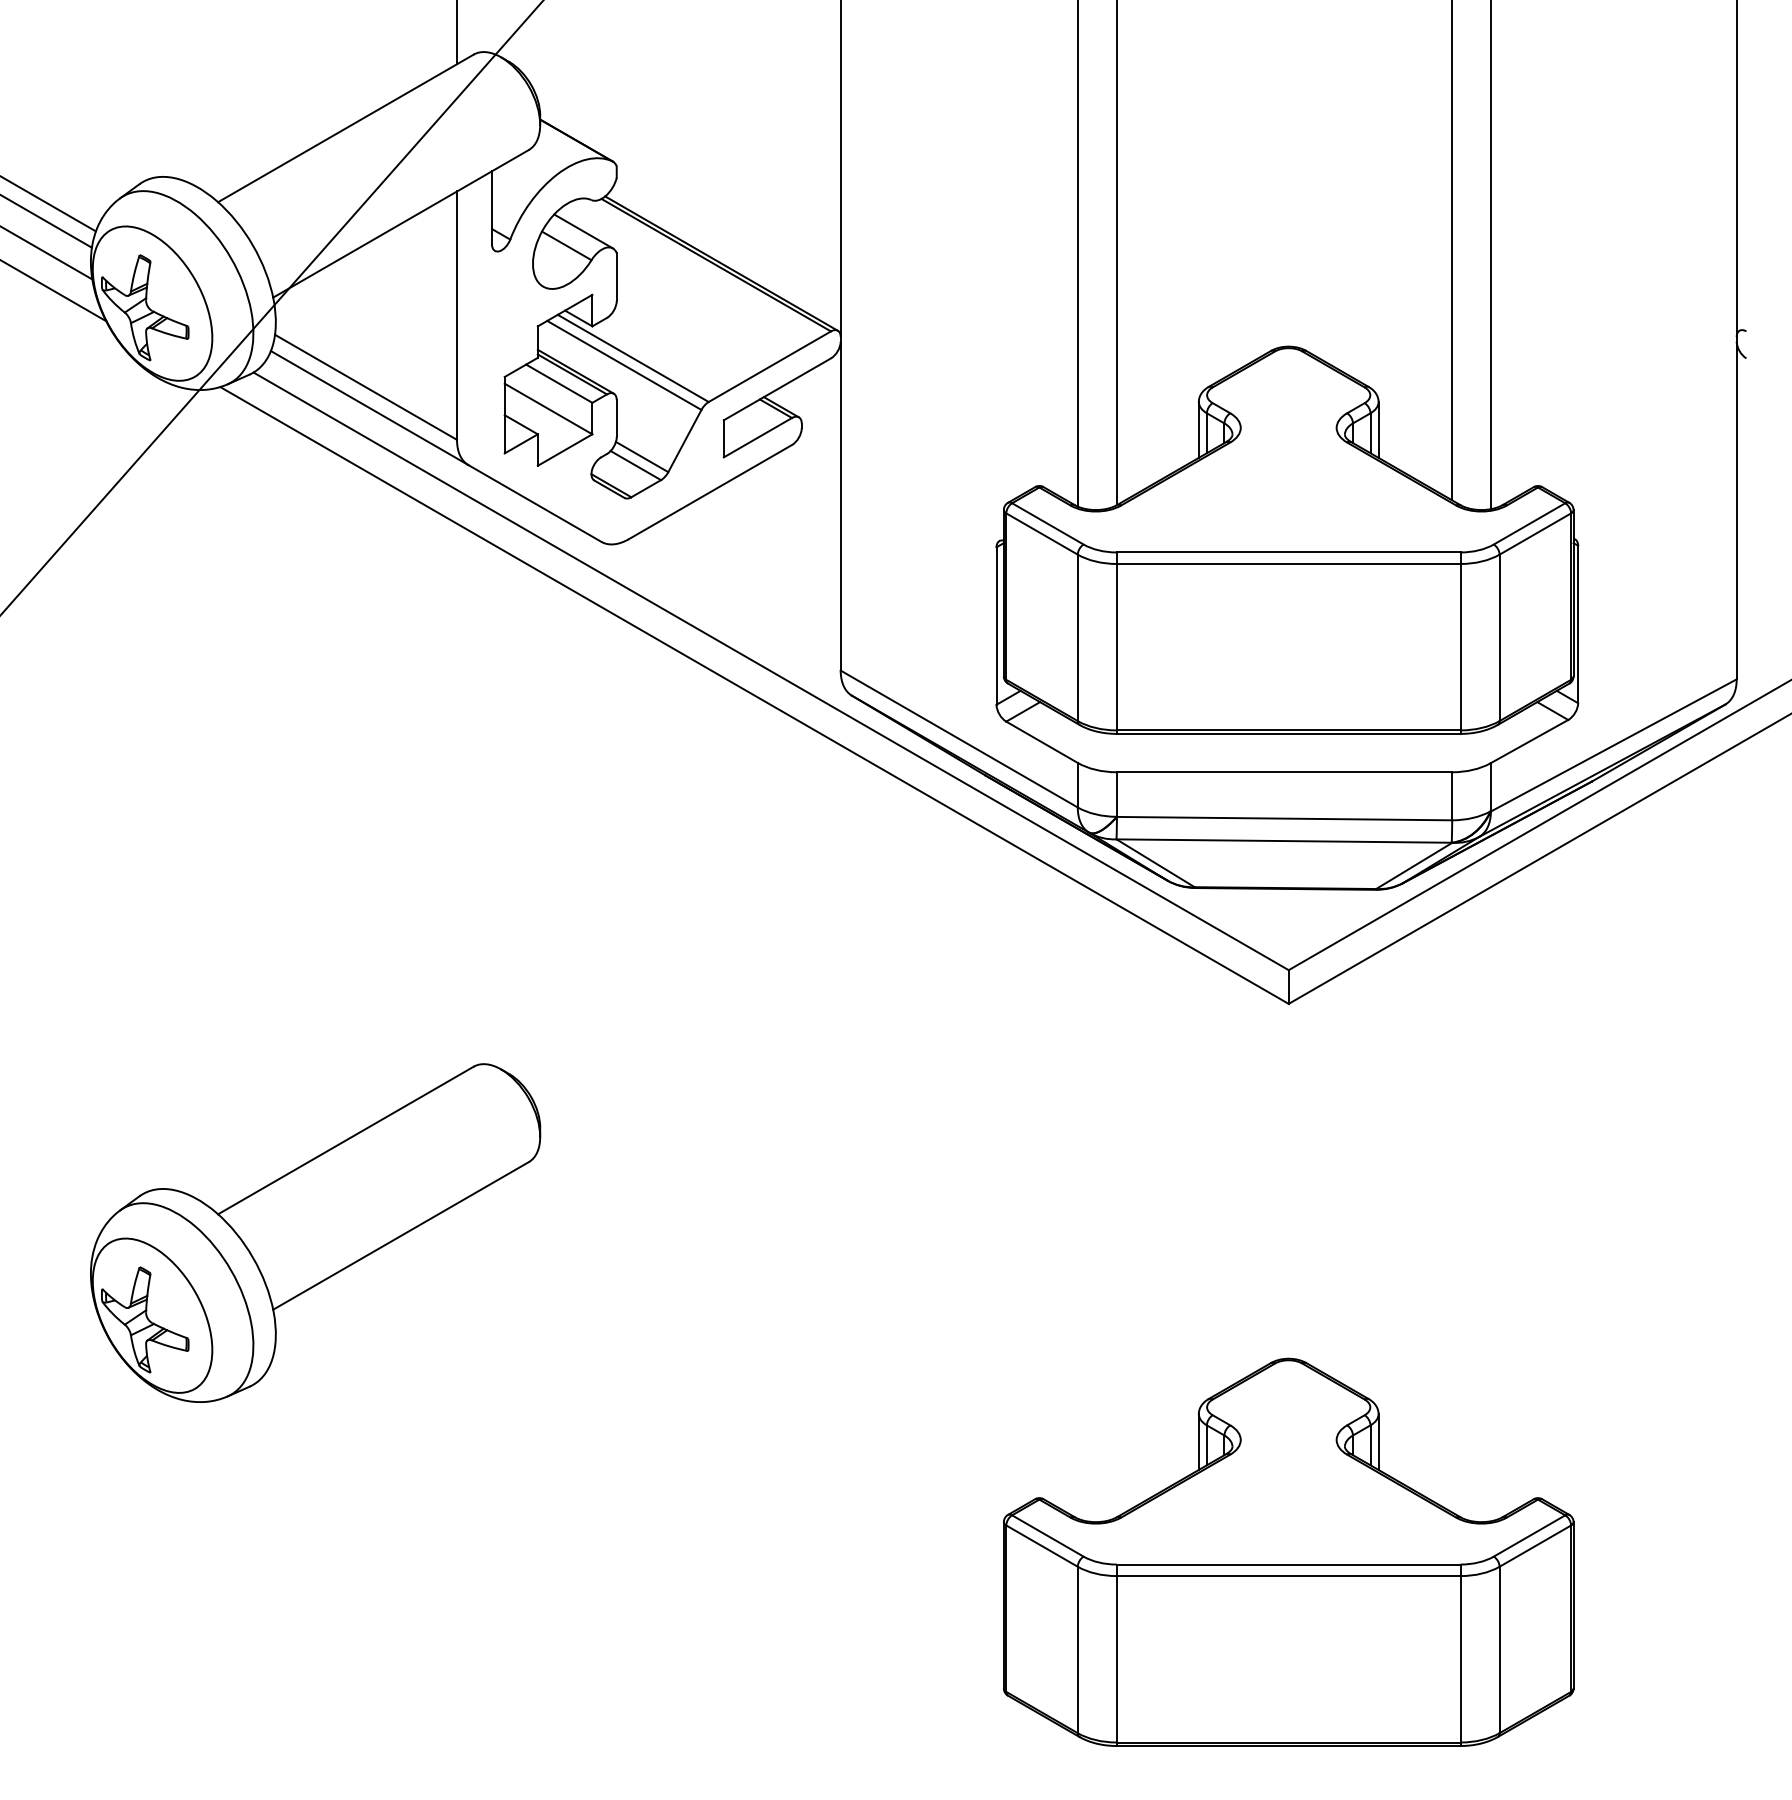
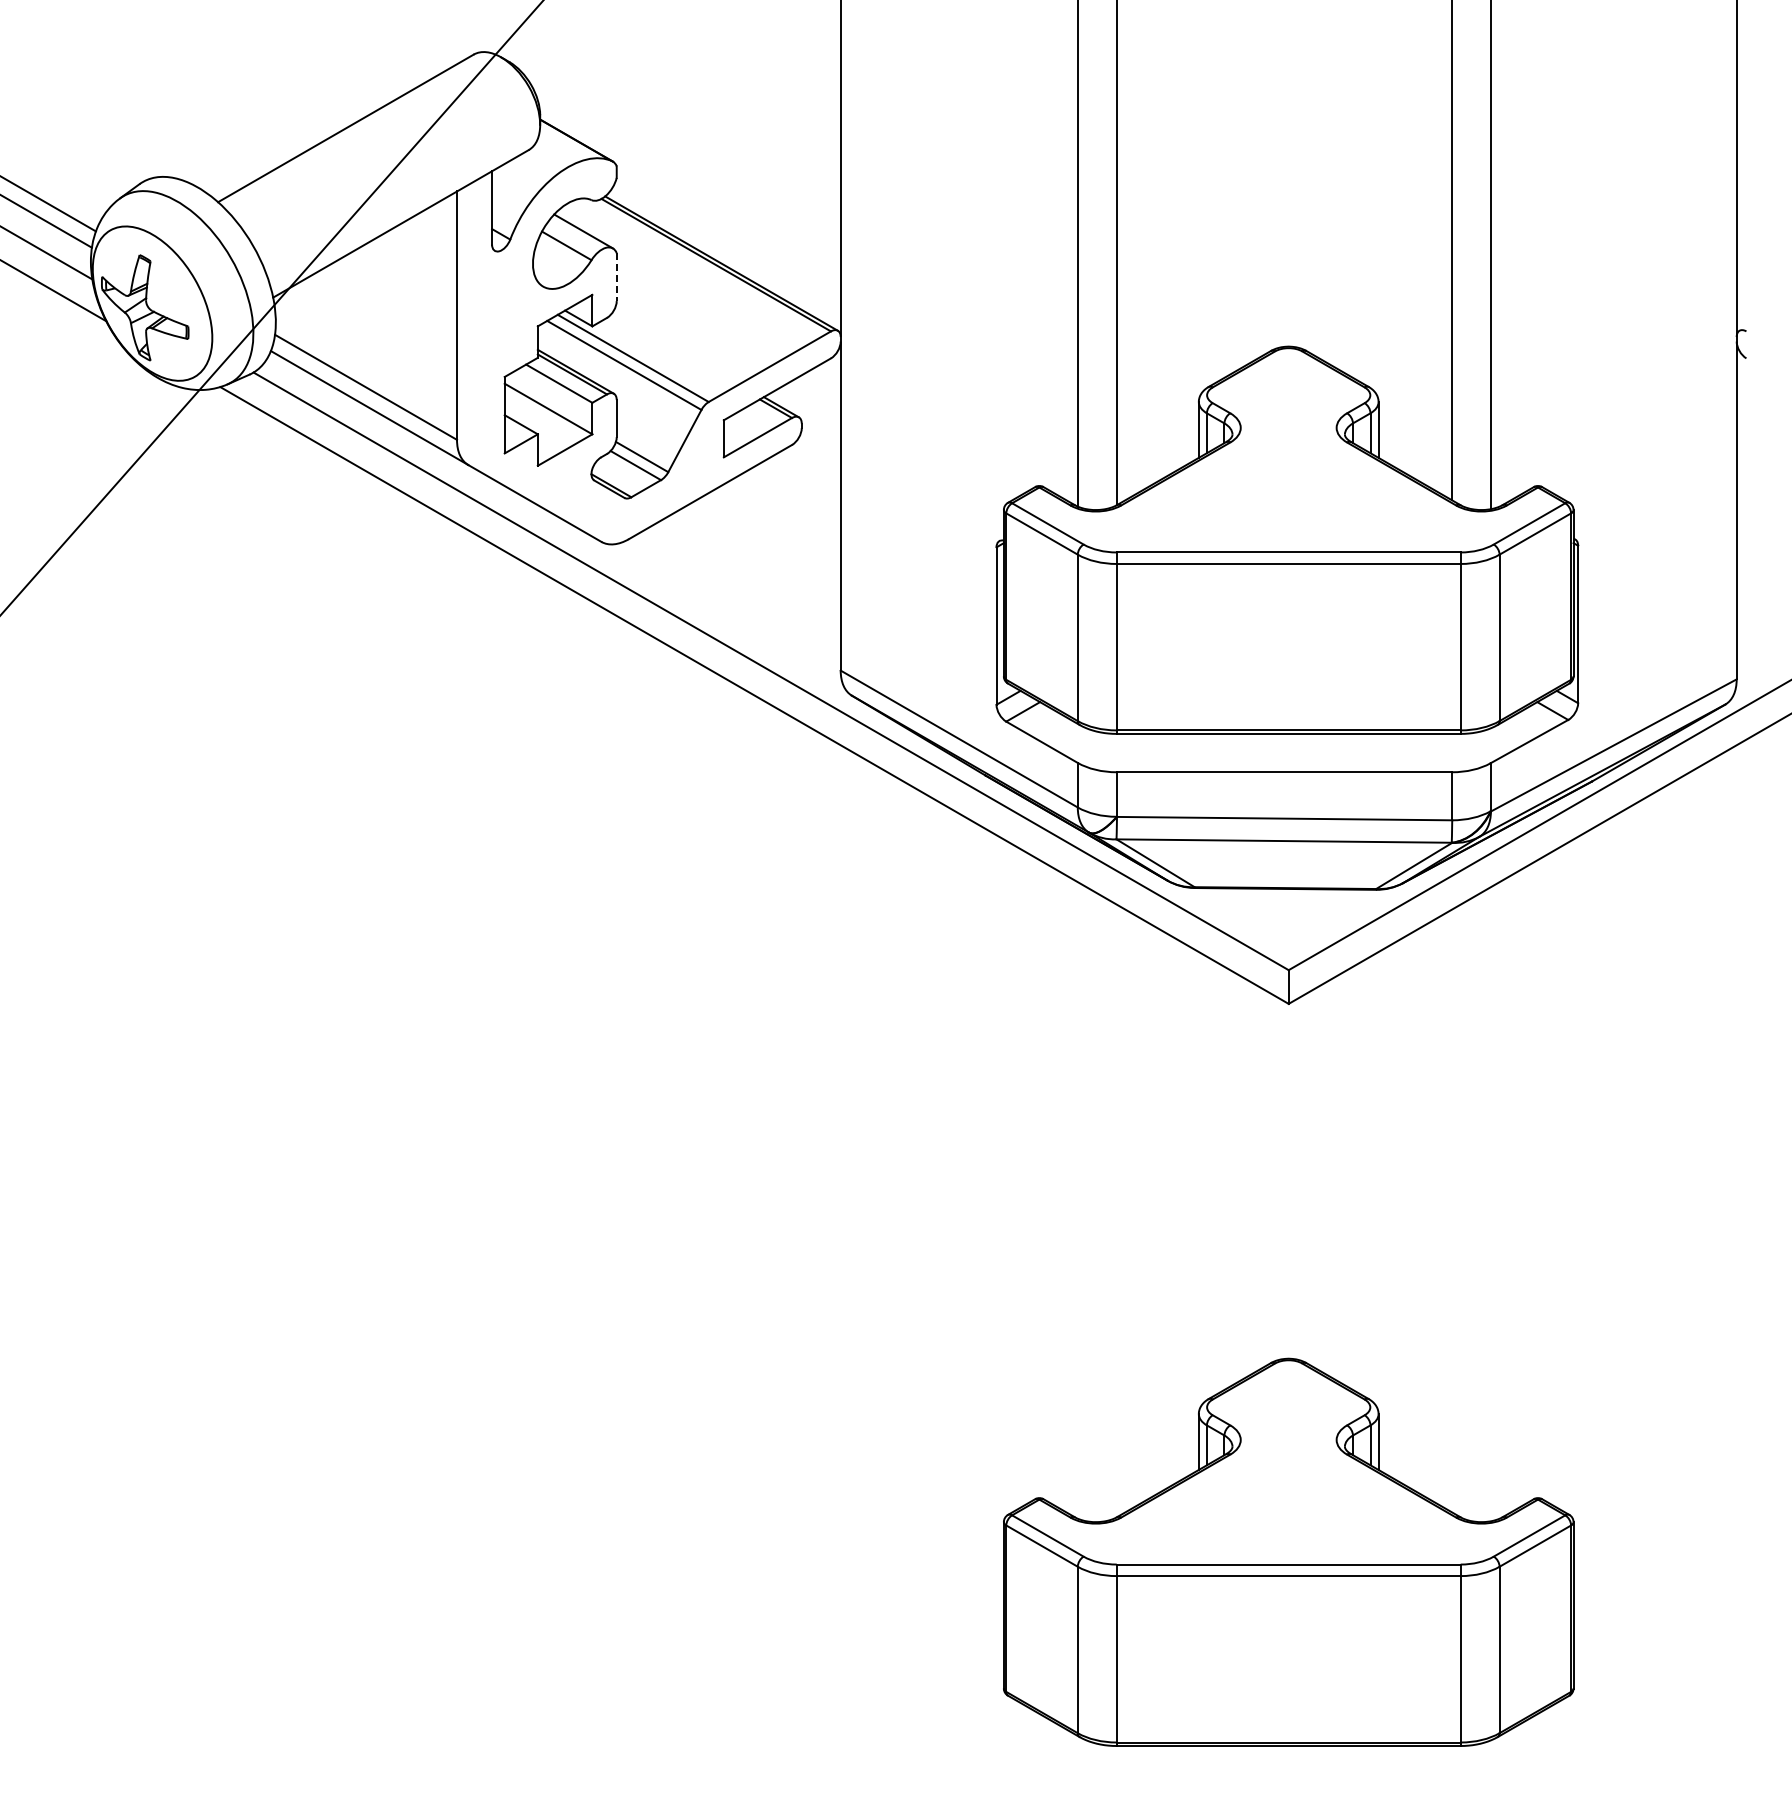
line at (457, 33): present -> none
line at (616, 277): solid -> dashed
part at (315, 1232): present -> none
